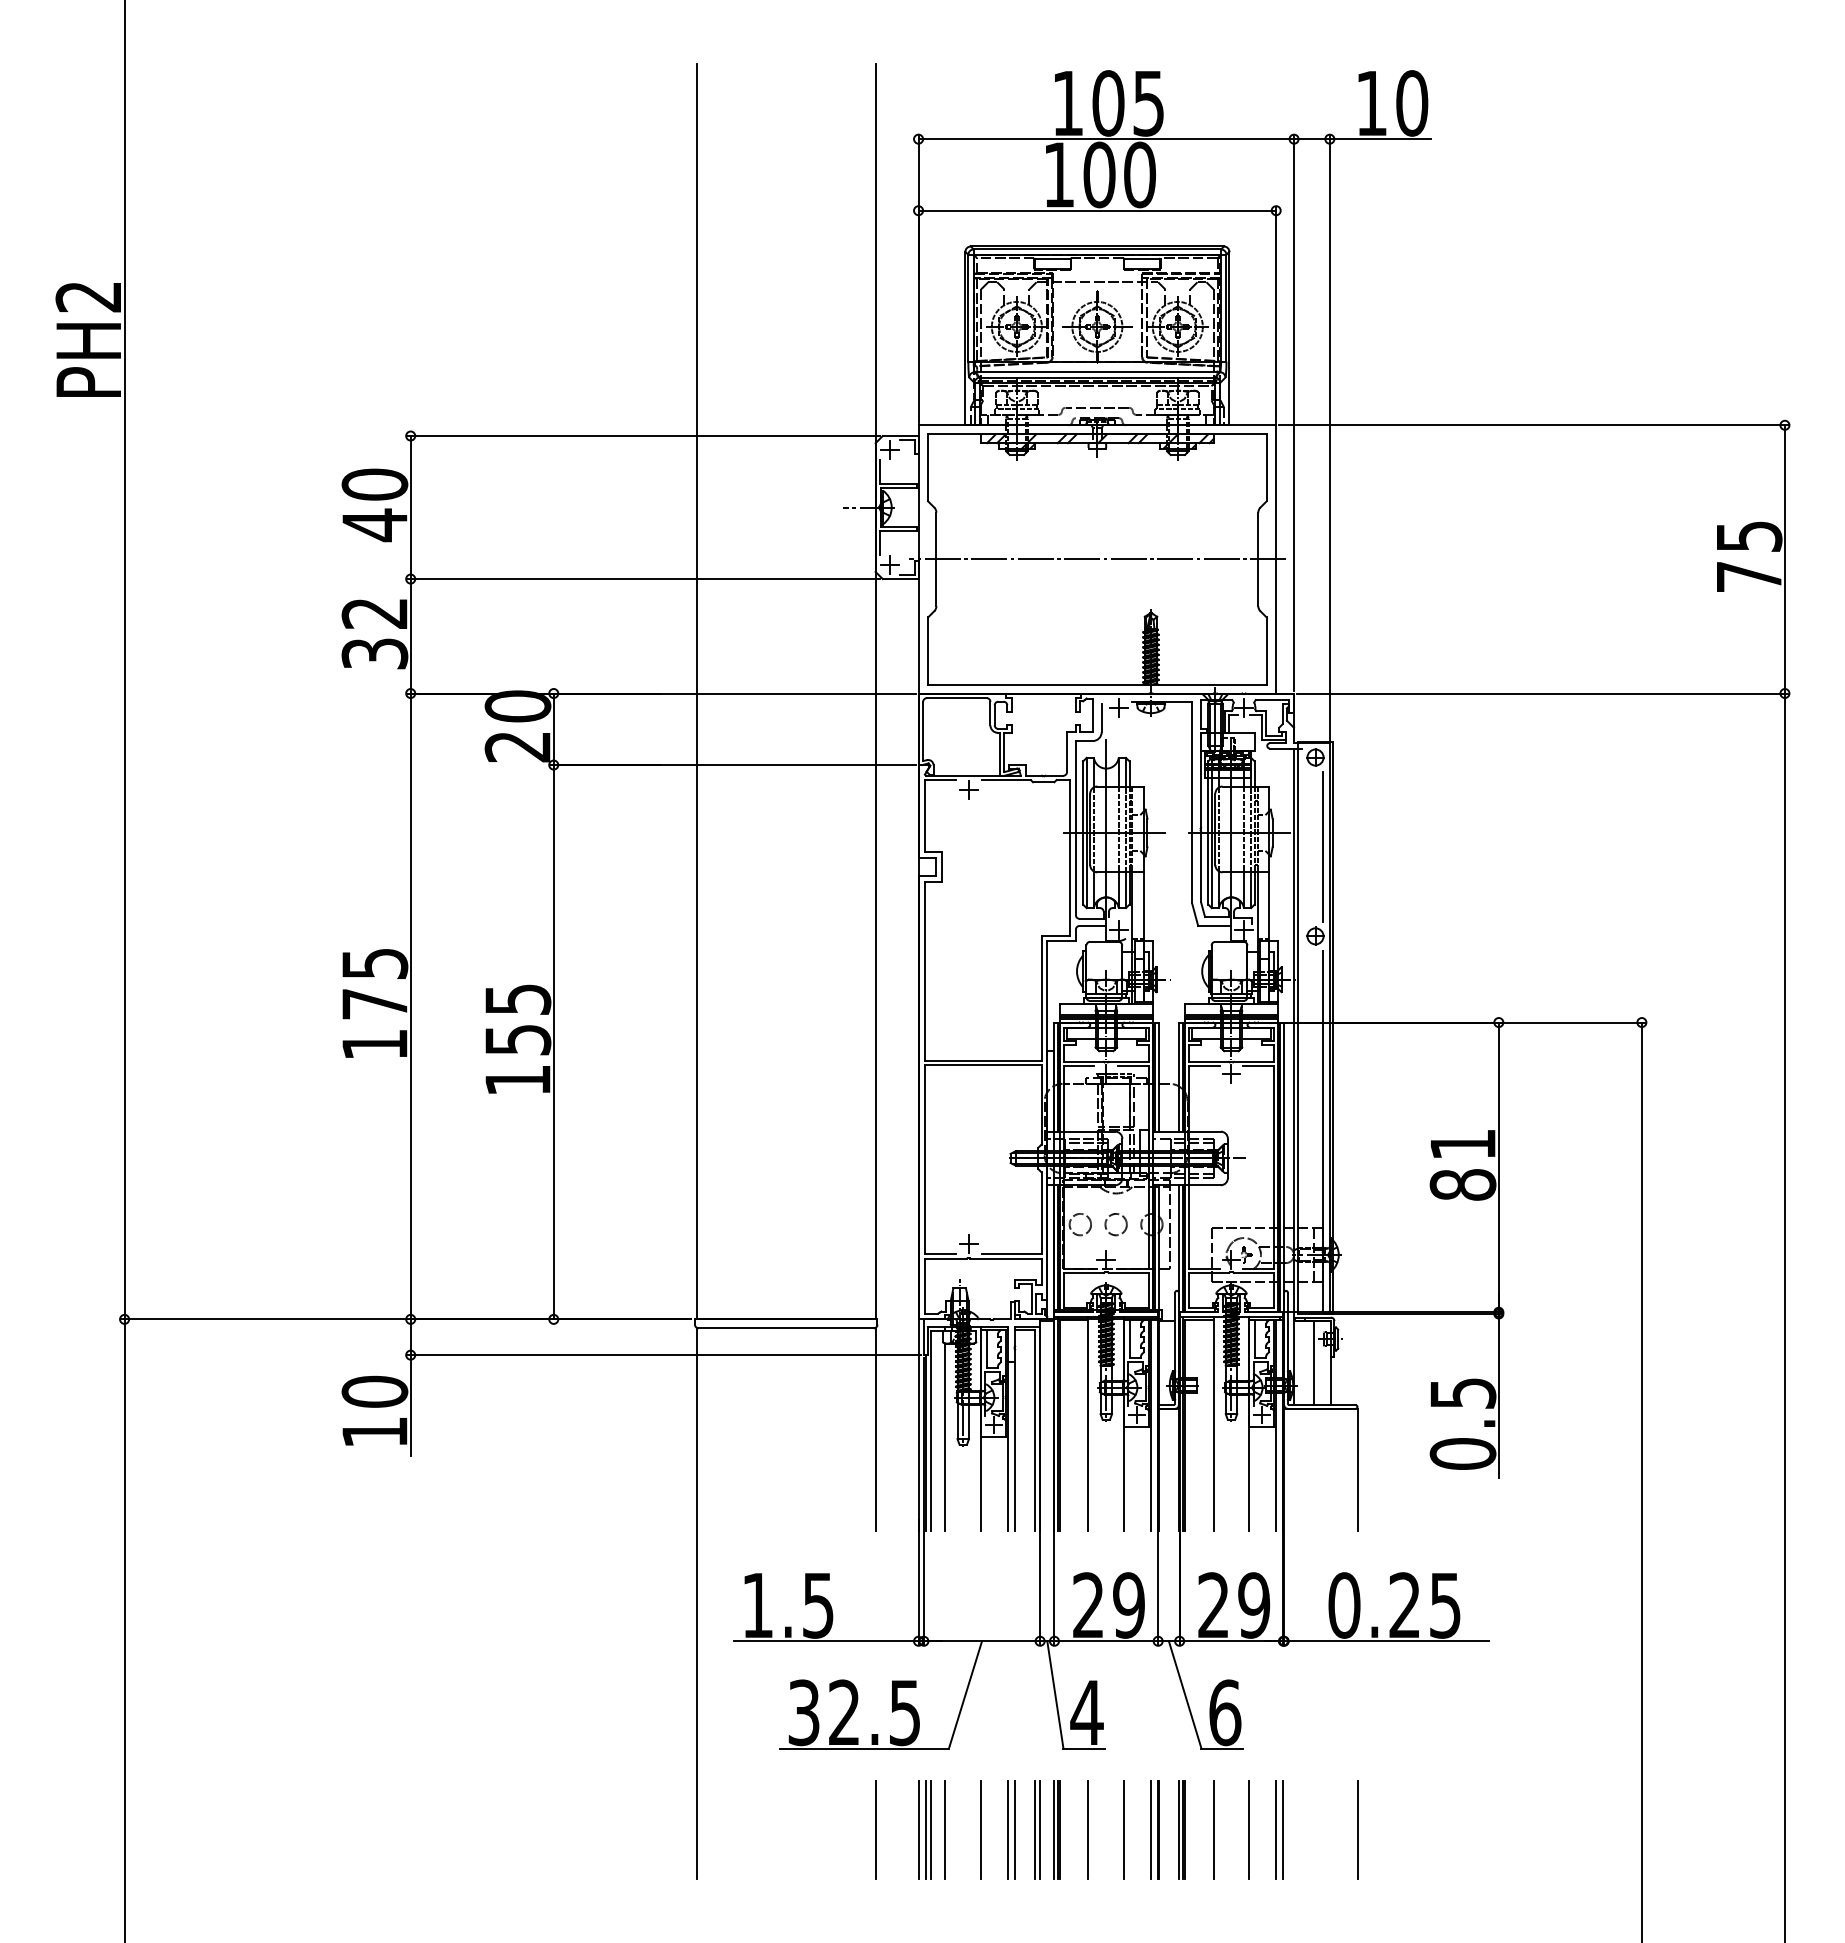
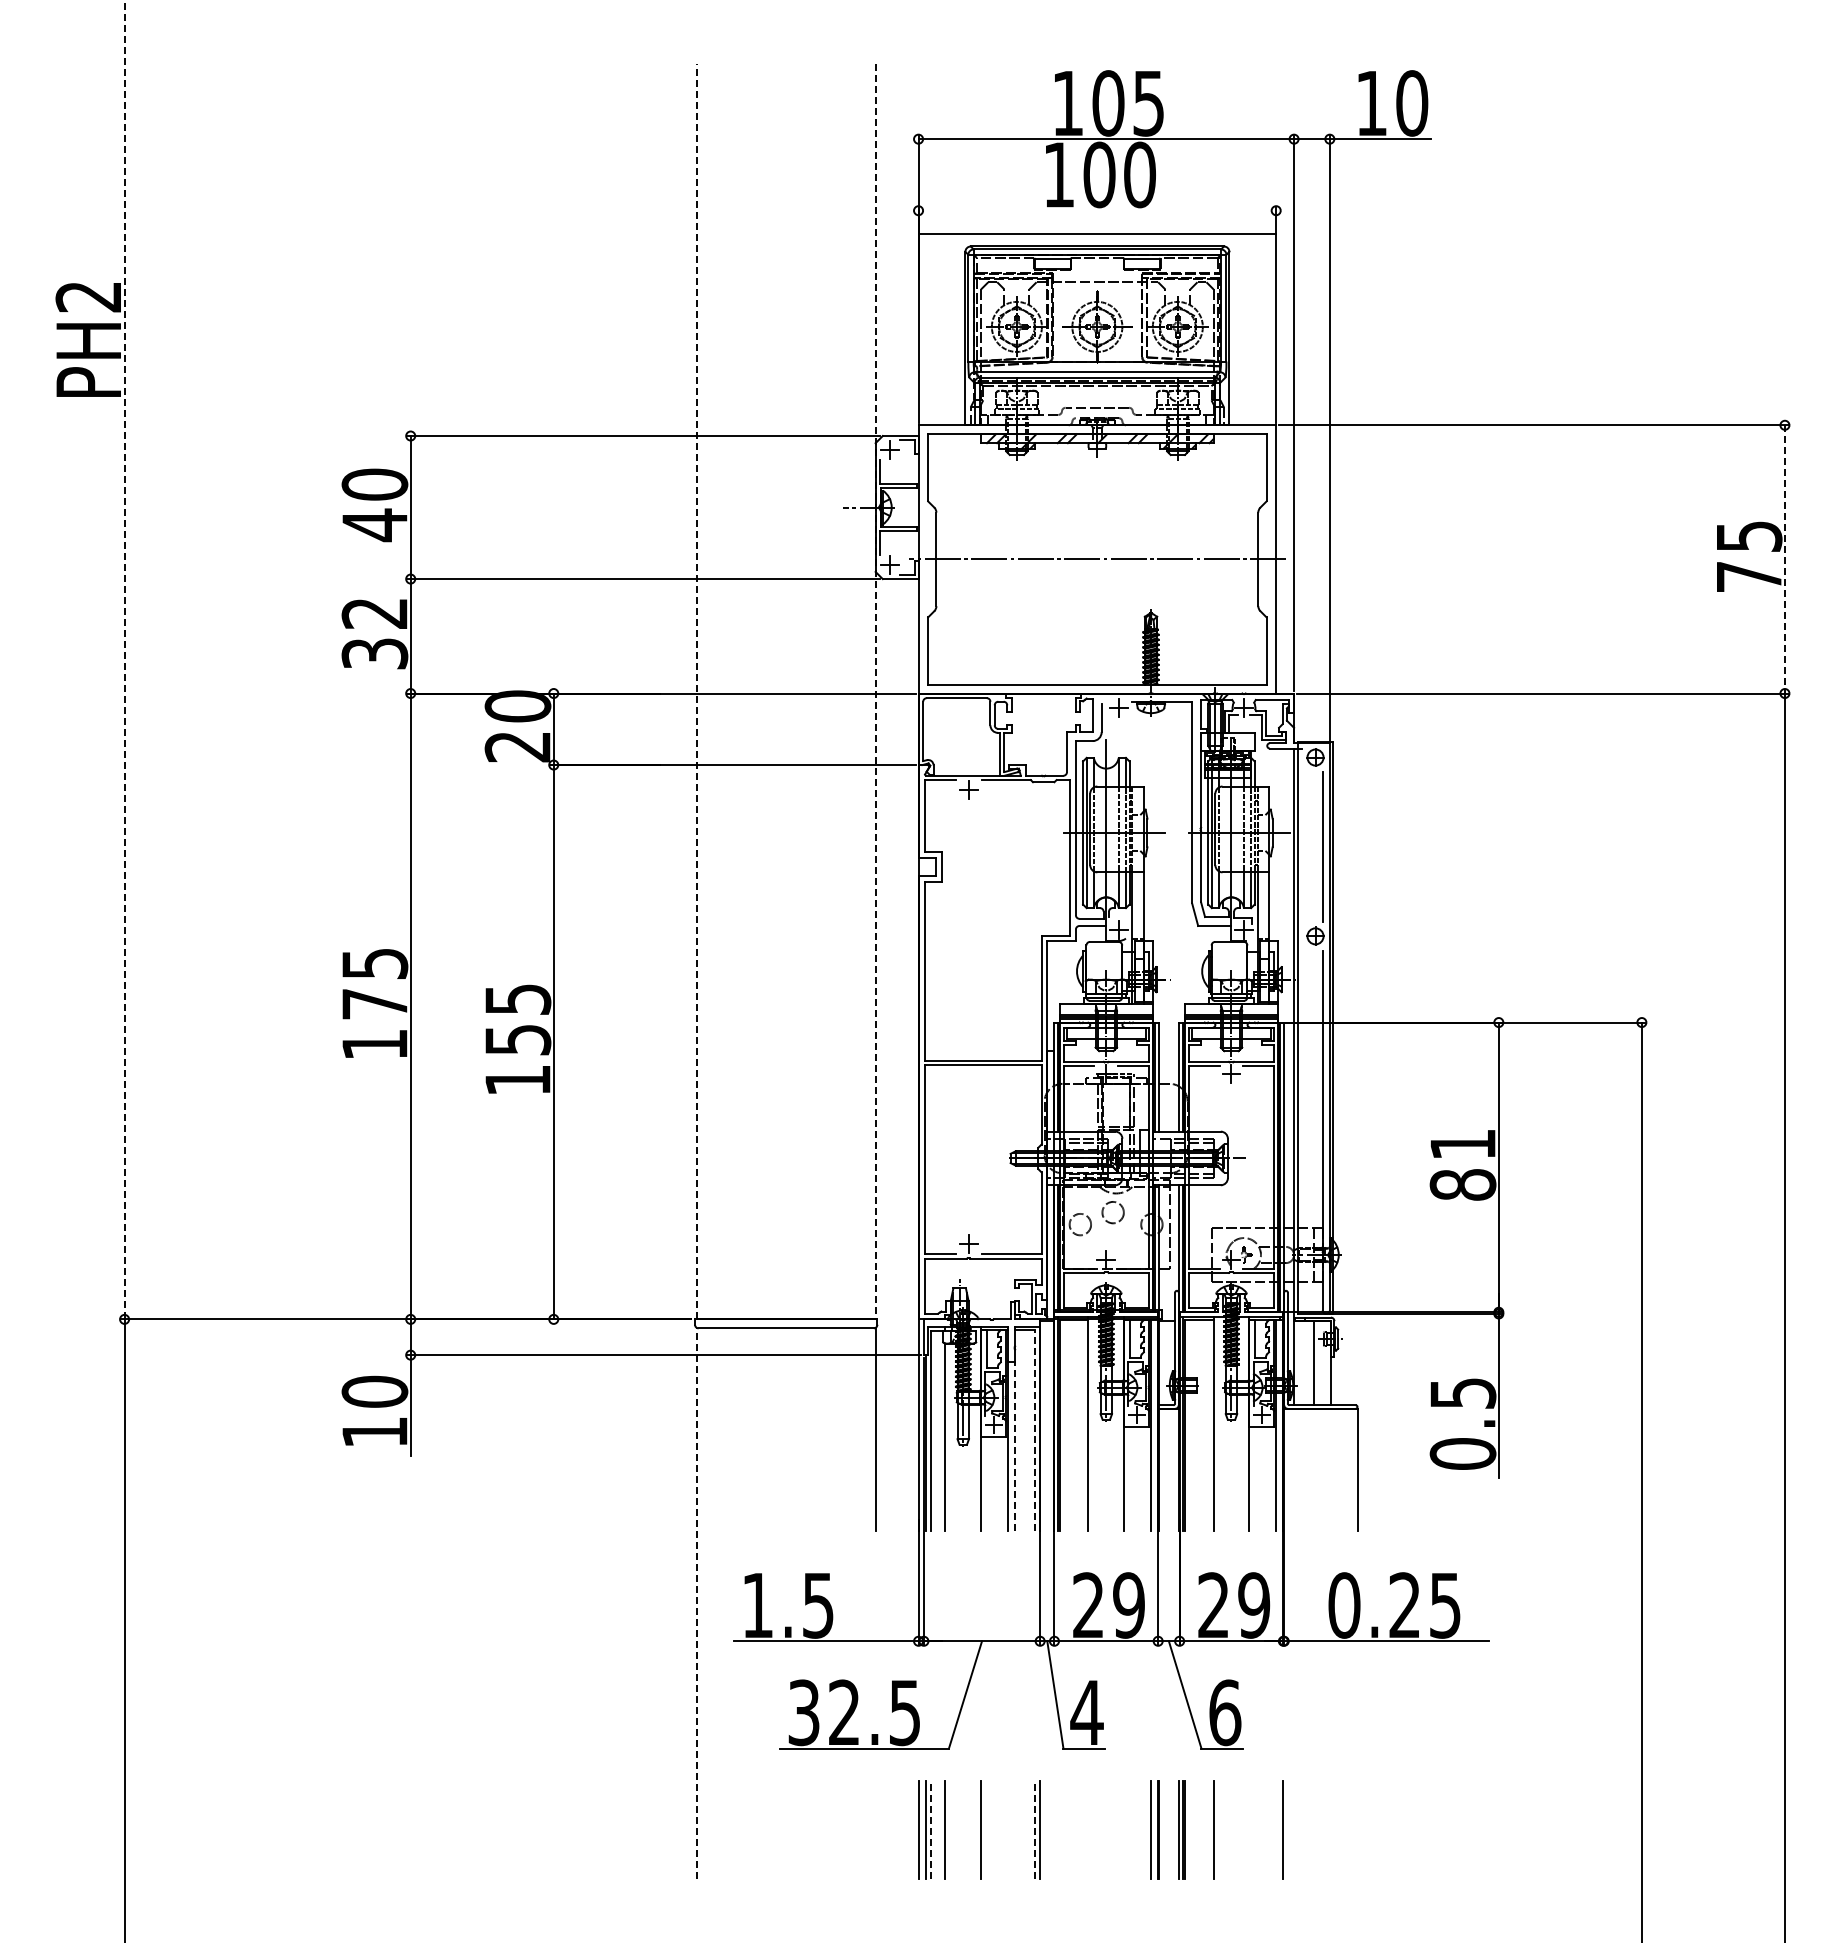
line at (1097, 210) position: (1097, 210) -> (1097, 233)
line at (1784, 559): solid -> dashed
line at (124, 659): solid -> dashed
line at (696, 691): solid -> dashed
line at (875, 691): solid -> dashed
circle at (1115, 1224) position: (1115, 1224) -> (1112, 1212)
line at (1034, 1429): solid -> dashed
line at (1015, 1446): solid -> dashed
line at (696, 1603): solid -> dashed
line at (875, 1829): present -> none
line at (931, 1829): solid -> dashed
part at (1011, 1829): present -> none
line at (1034, 1829): solid -> dashed
part at (1056, 1829): present -> none
line at (1088, 1829): present -> none
line at (1123, 1829): present -> none
line at (1249, 1829): present -> none
line at (1276, 1829): present -> none
line at (1357, 1829): present -> none
